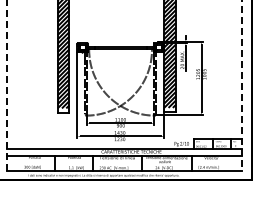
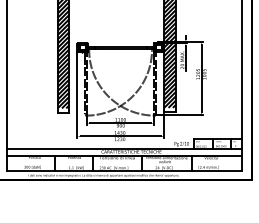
line at (7, 85): dashed -> solid
line at (241, 86): dashed -> solid
